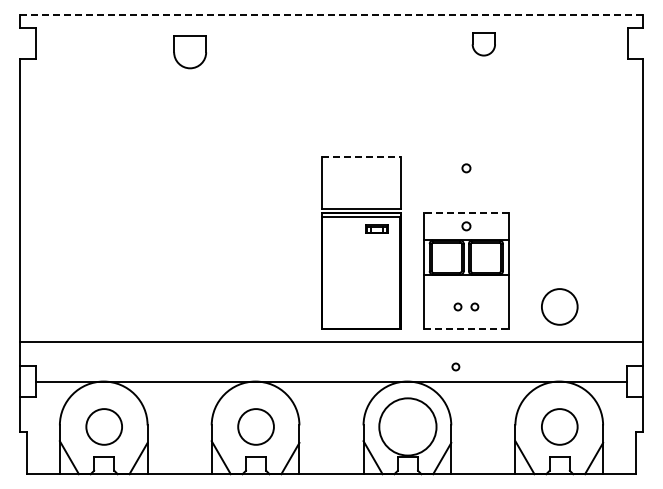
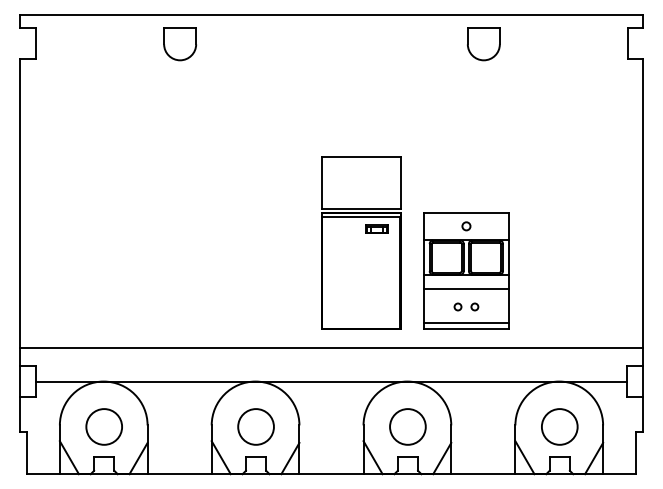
line at (331, 14): dashed -> solid
part at (483, 44) size: 25x25 px -> 34x35 px
part at (189, 52) position: (189, 52) -> (179, 44)
line at (361, 157): dashed -> solid
circle at (466, 168): present -> none
line at (465, 213): dashed -> solid
line at (466, 288): none -> present
circle at (559, 306): present -> none
line at (466, 322): none -> present
line at (466, 329): dashed -> solid
line at (331, 341) position: (331, 341) -> (331, 347)
circle at (455, 366): present -> none
circle at (407, 426) diameter: 57 px -> 36 px
